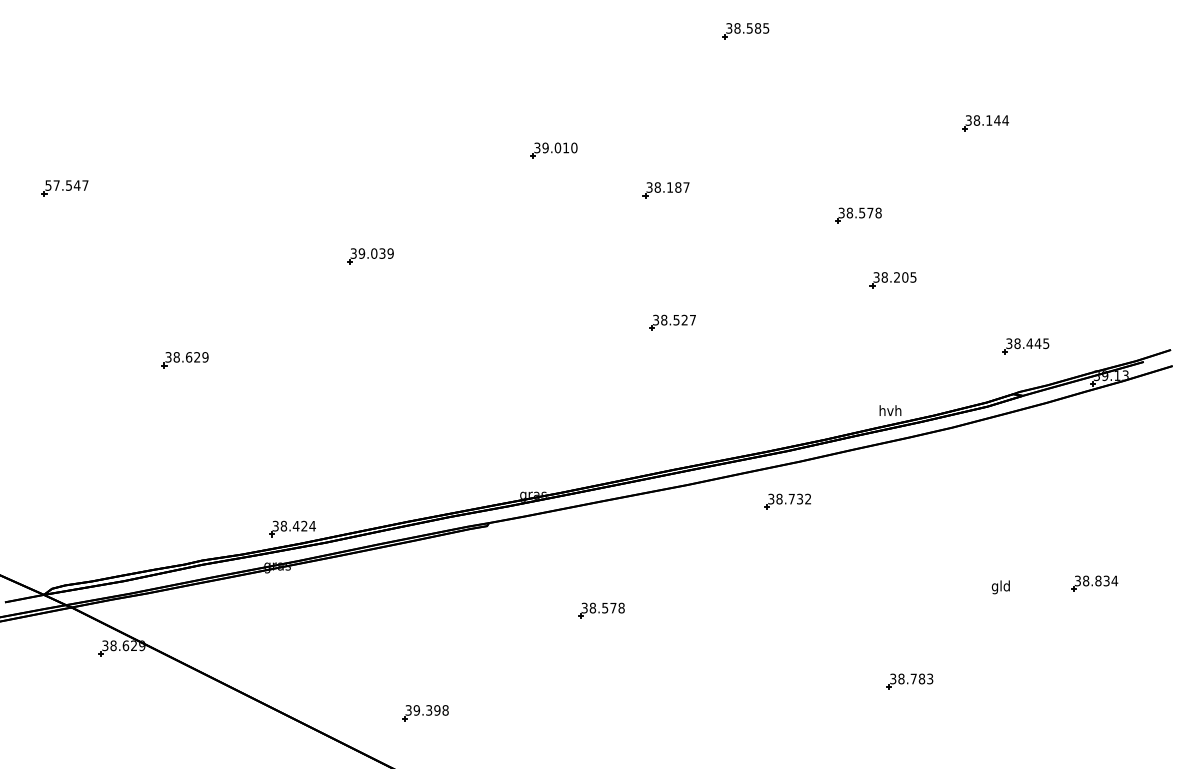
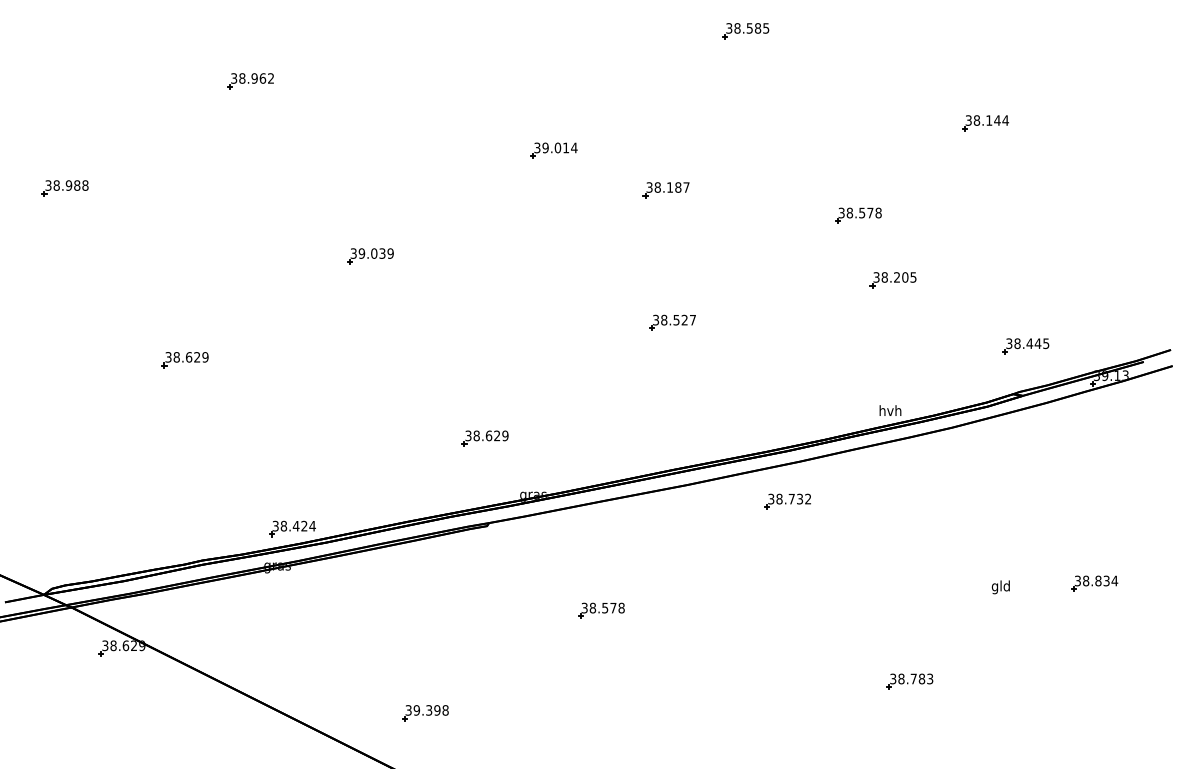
part at (250, 81): none -> present
text at (574, 147): 39.010 -> 39.014
text at (66, 185): 57.547 -> 38.988
part at (484, 438): none -> present
